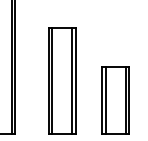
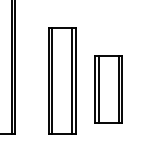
part at (115, 100) position: (115, 100) -> (108, 89)
